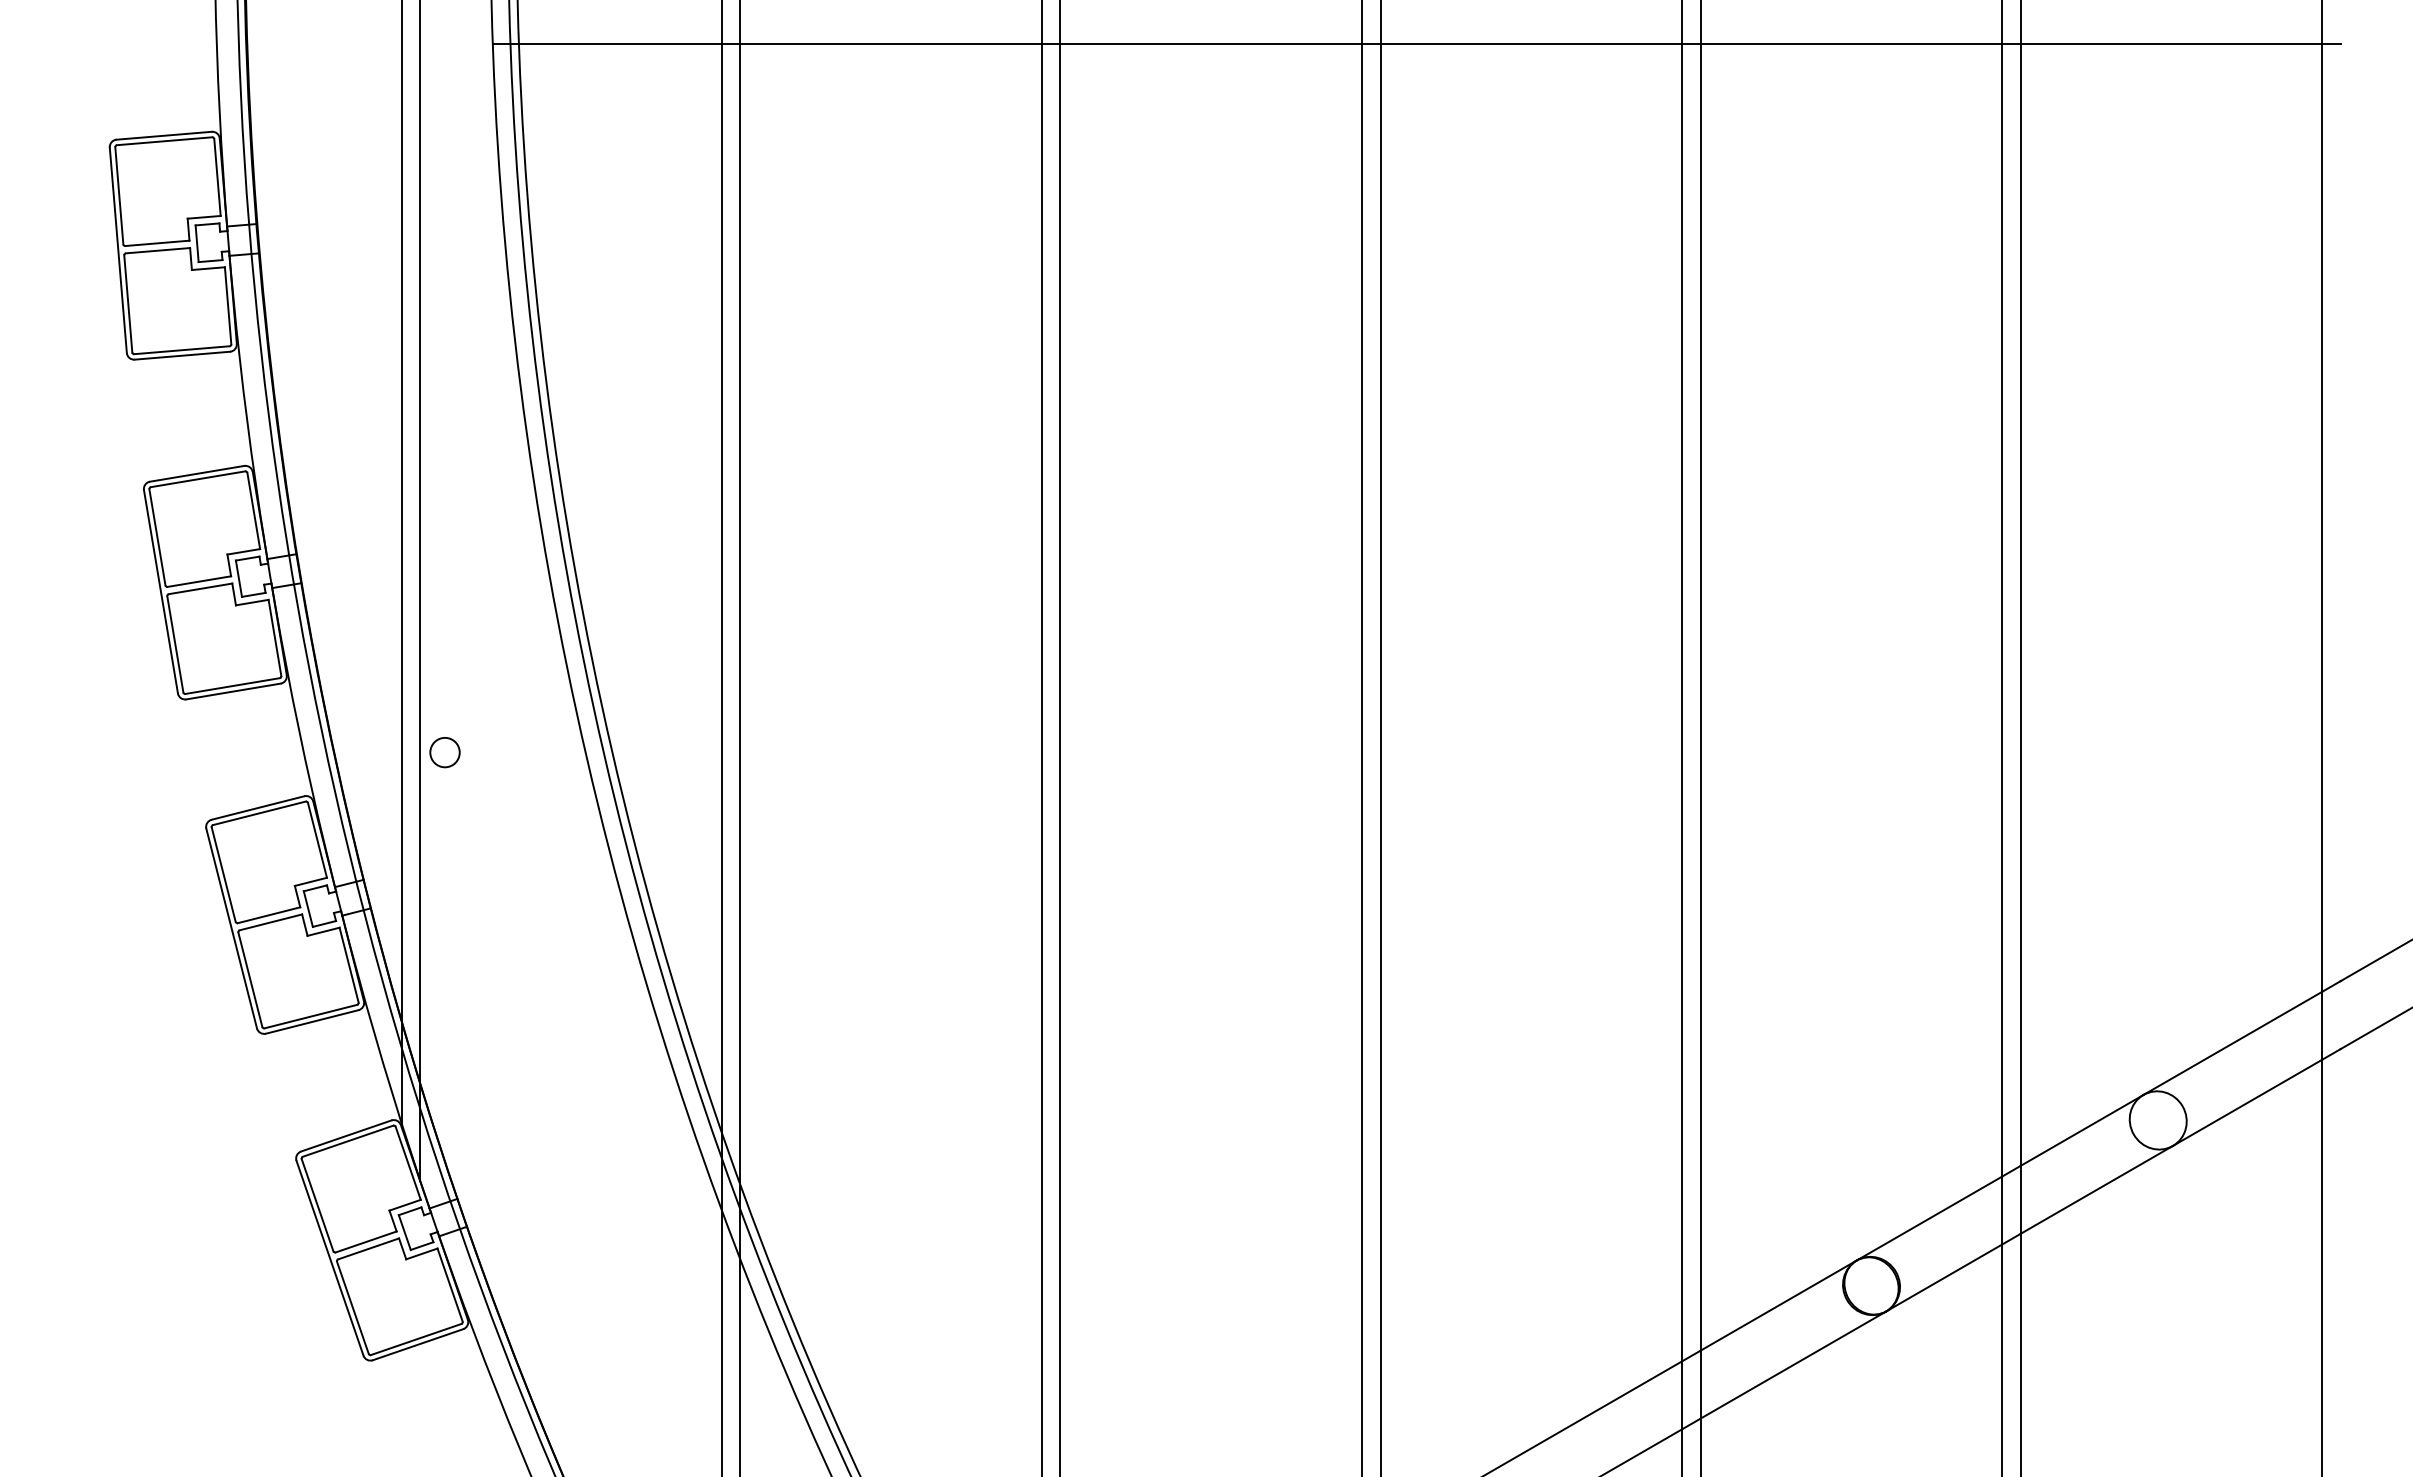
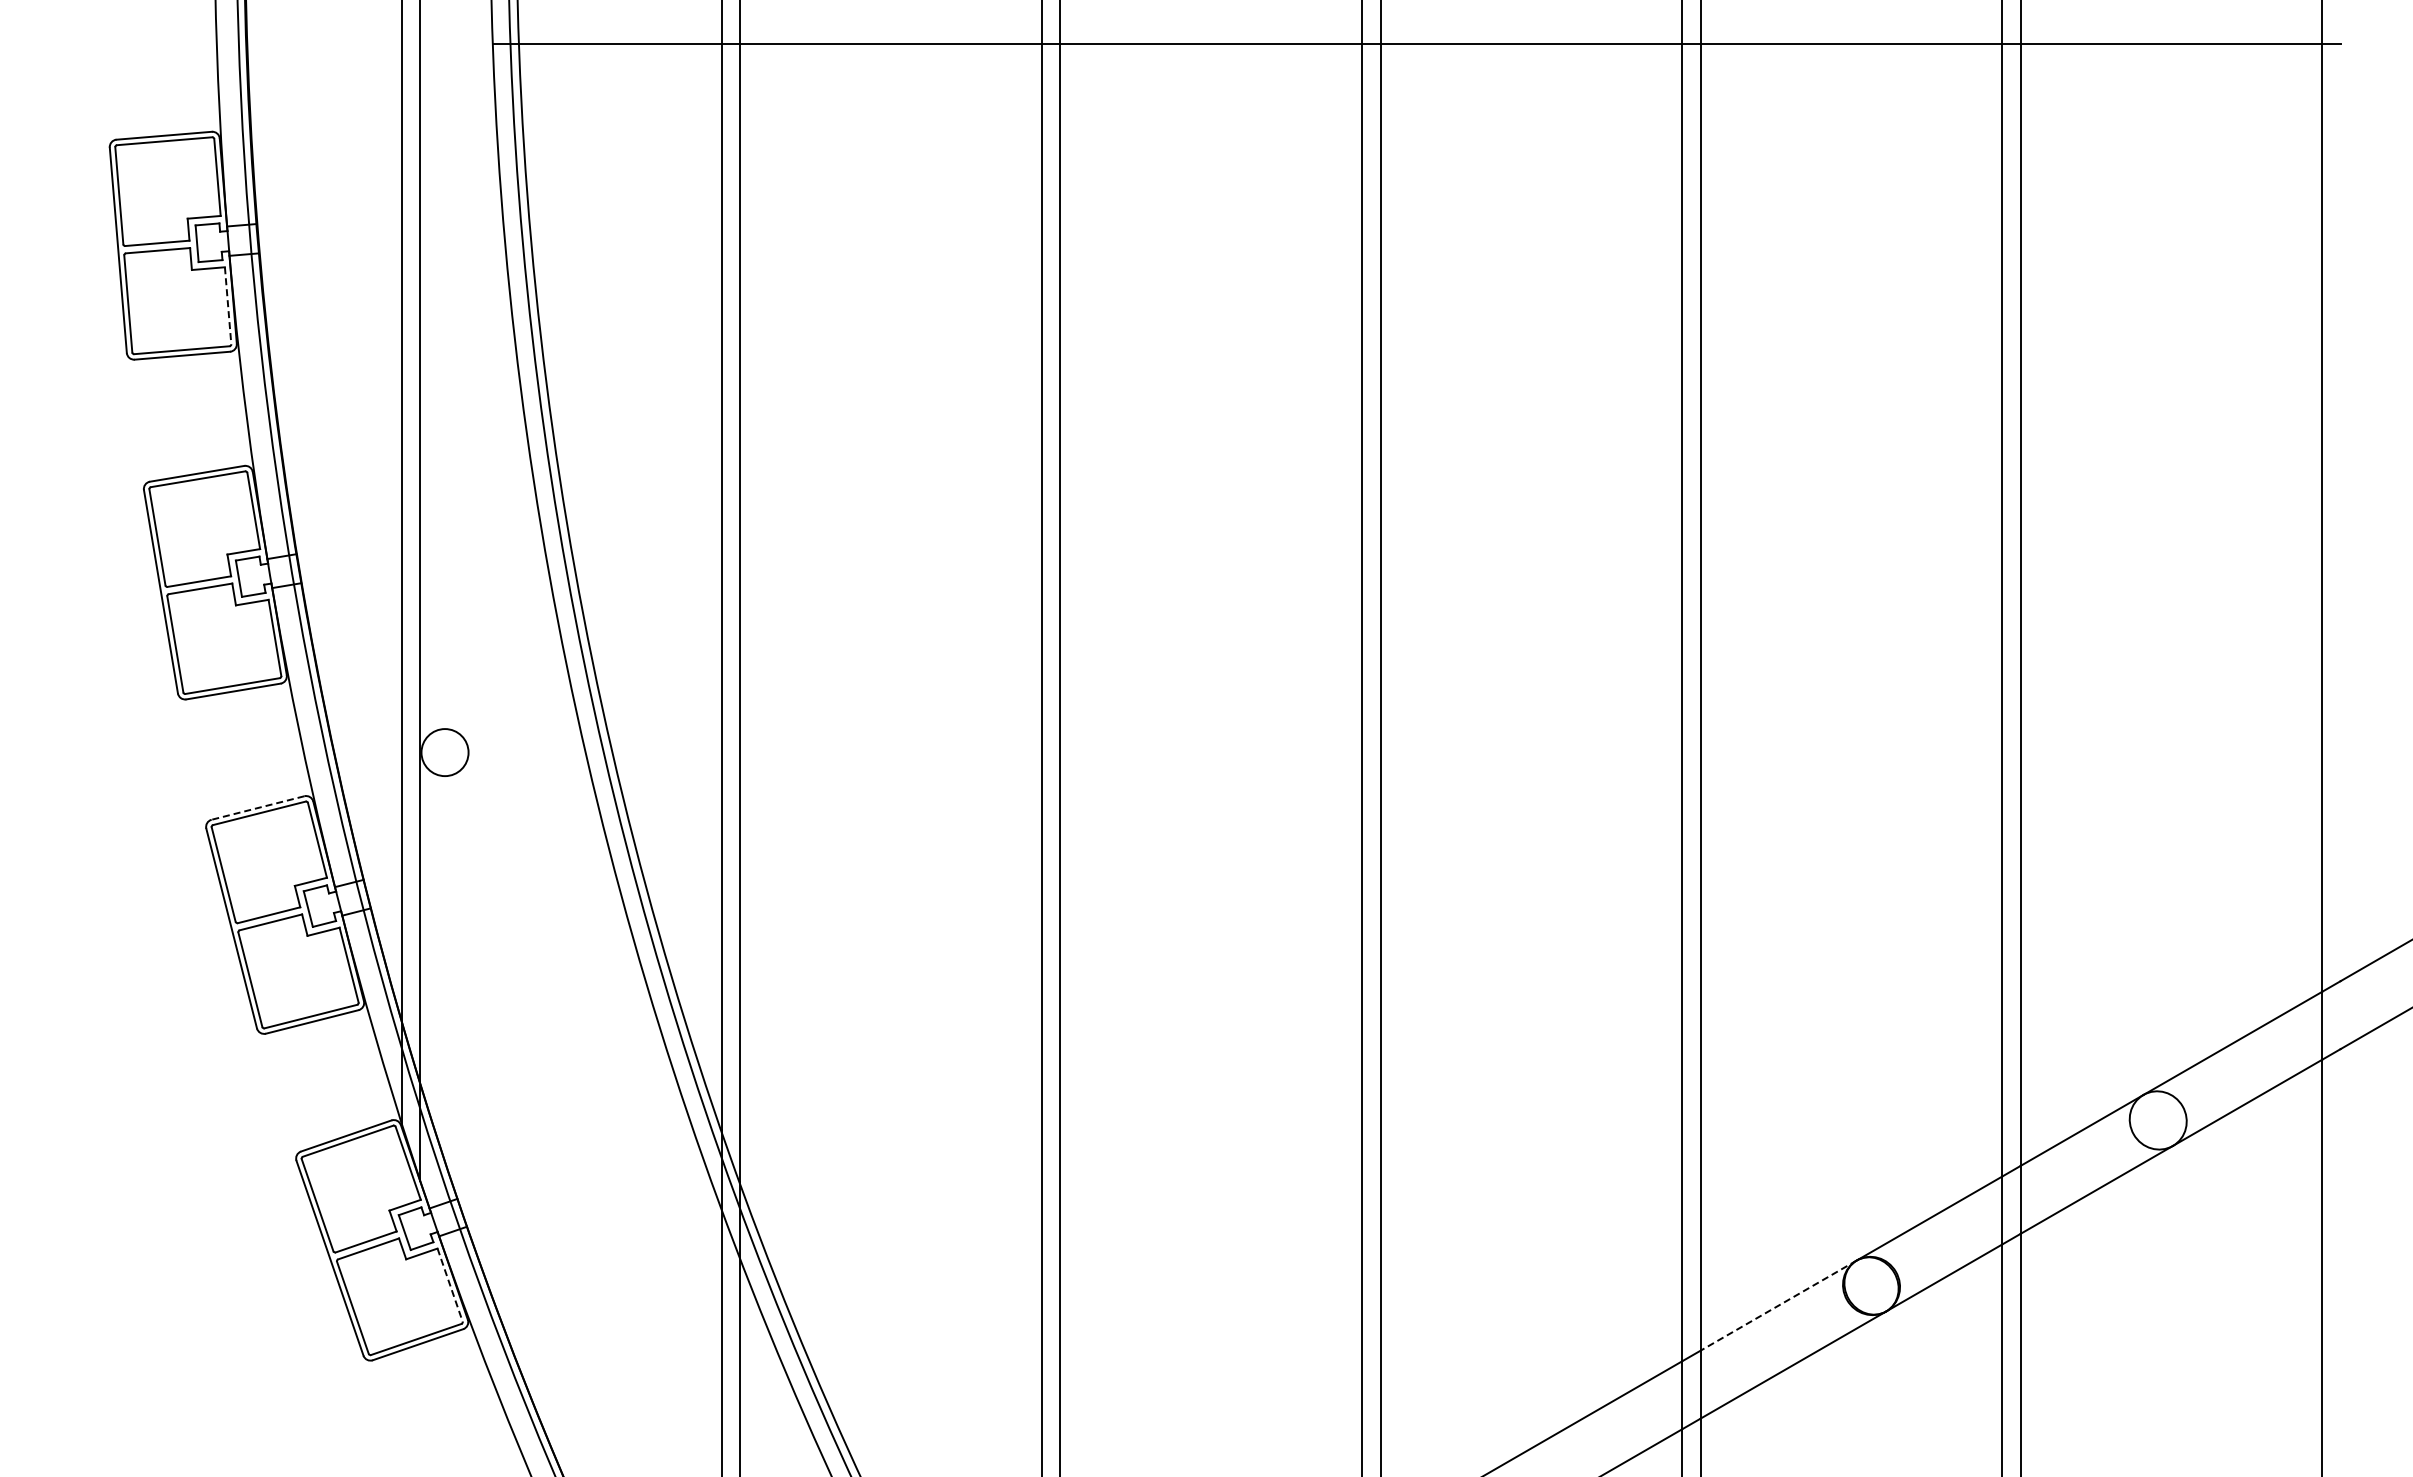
line at (228, 305): solid -> dashed
circle at (444, 752) diameter: 29 px -> 47 px
line at (258, 808): solid -> dashed
line at (450, 1285): solid -> dashed
line at (1778, 1305): solid -> dashed
